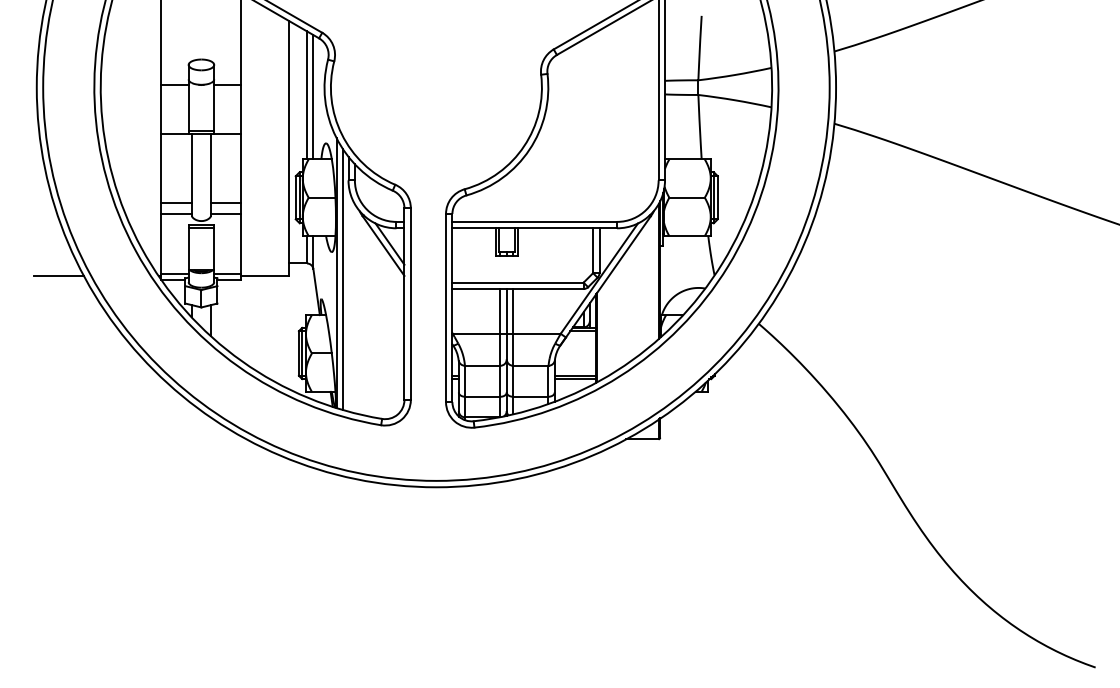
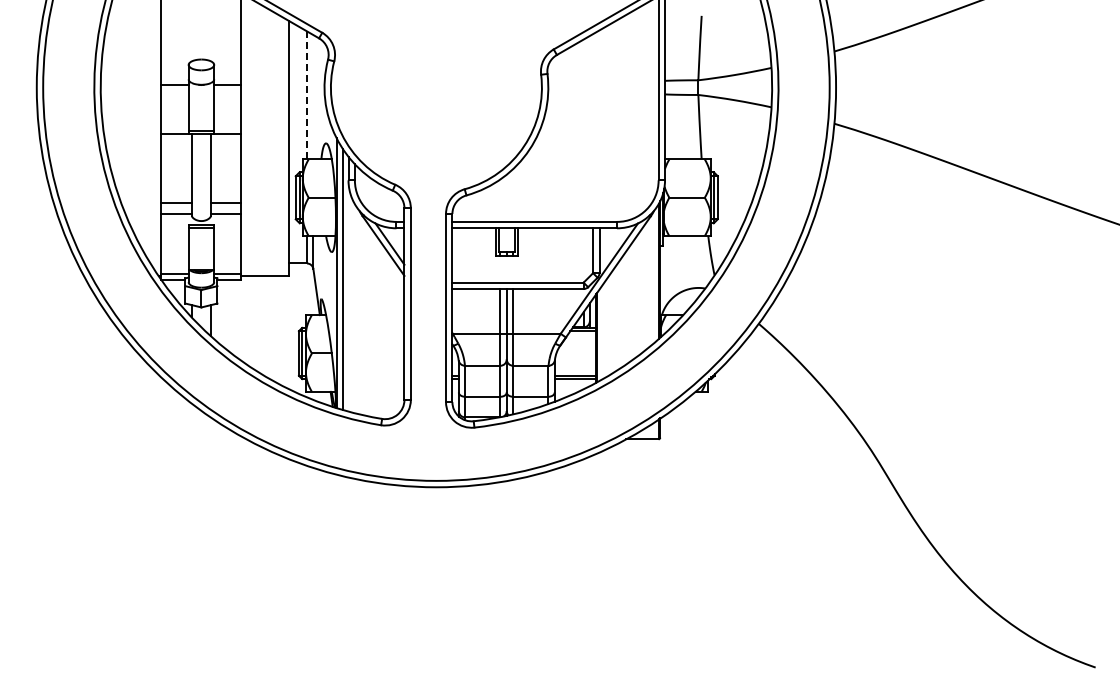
line at (307, 95): solid -> dashed
line at (313, 97): present -> none
line at (58, 276): present -> none
